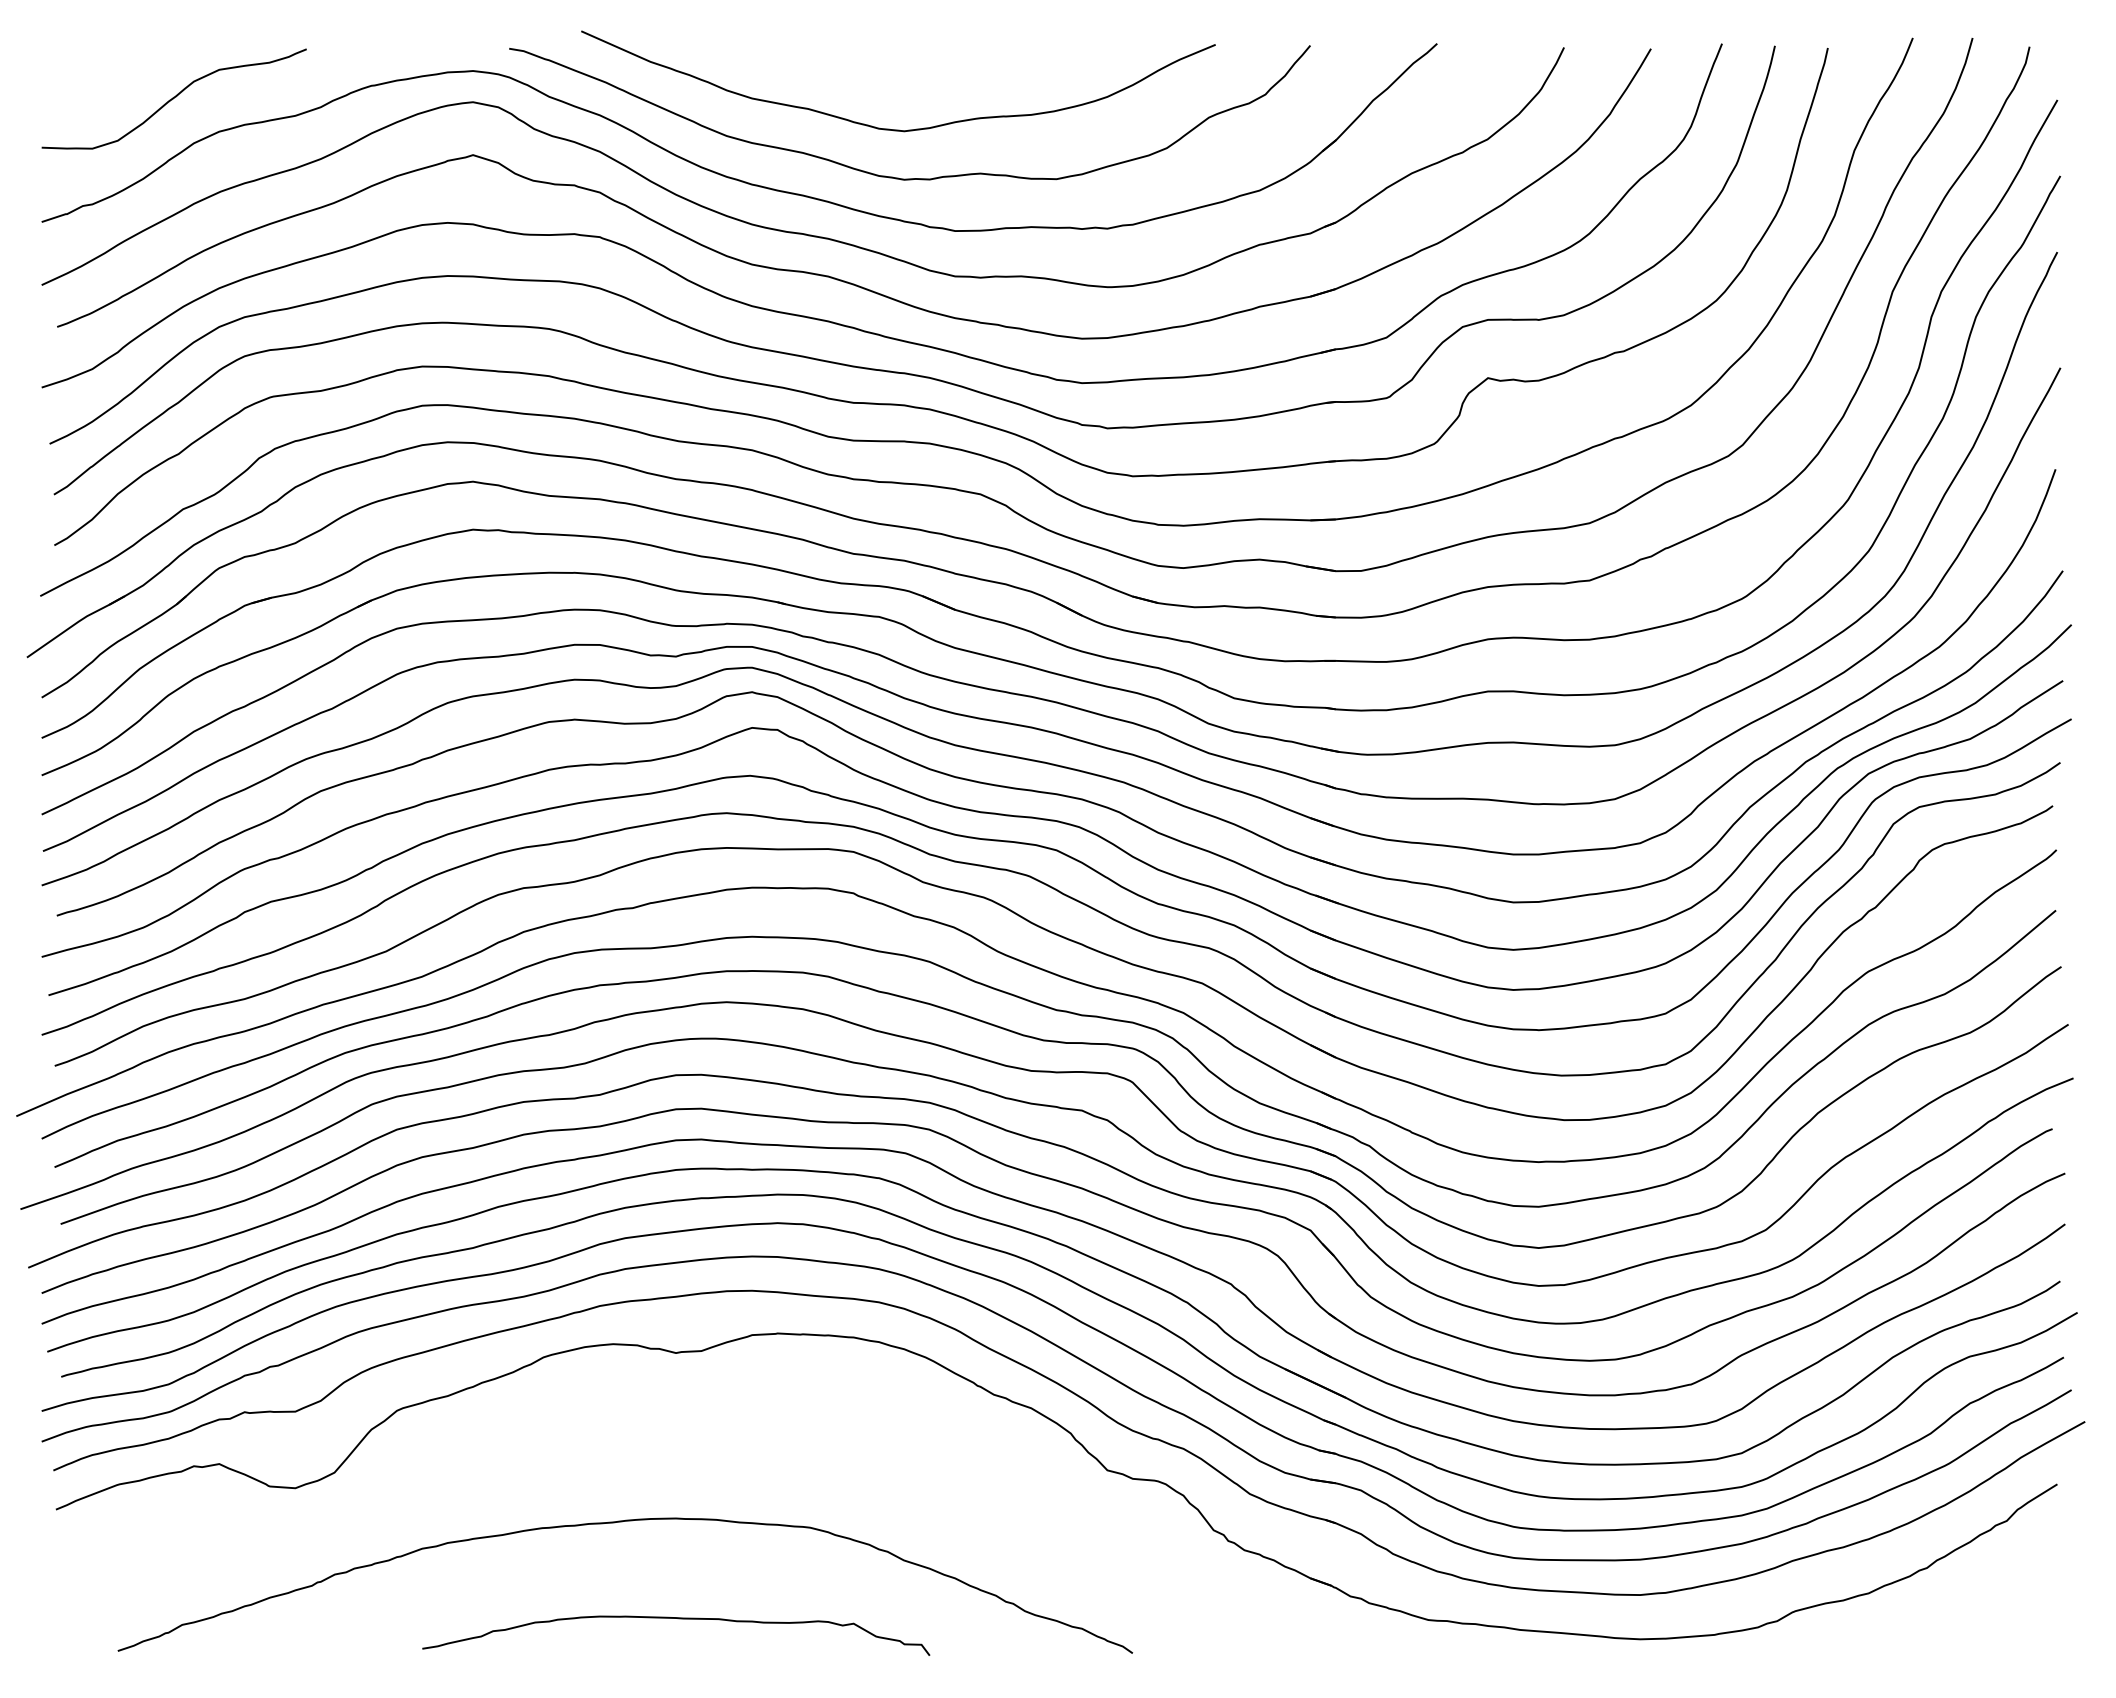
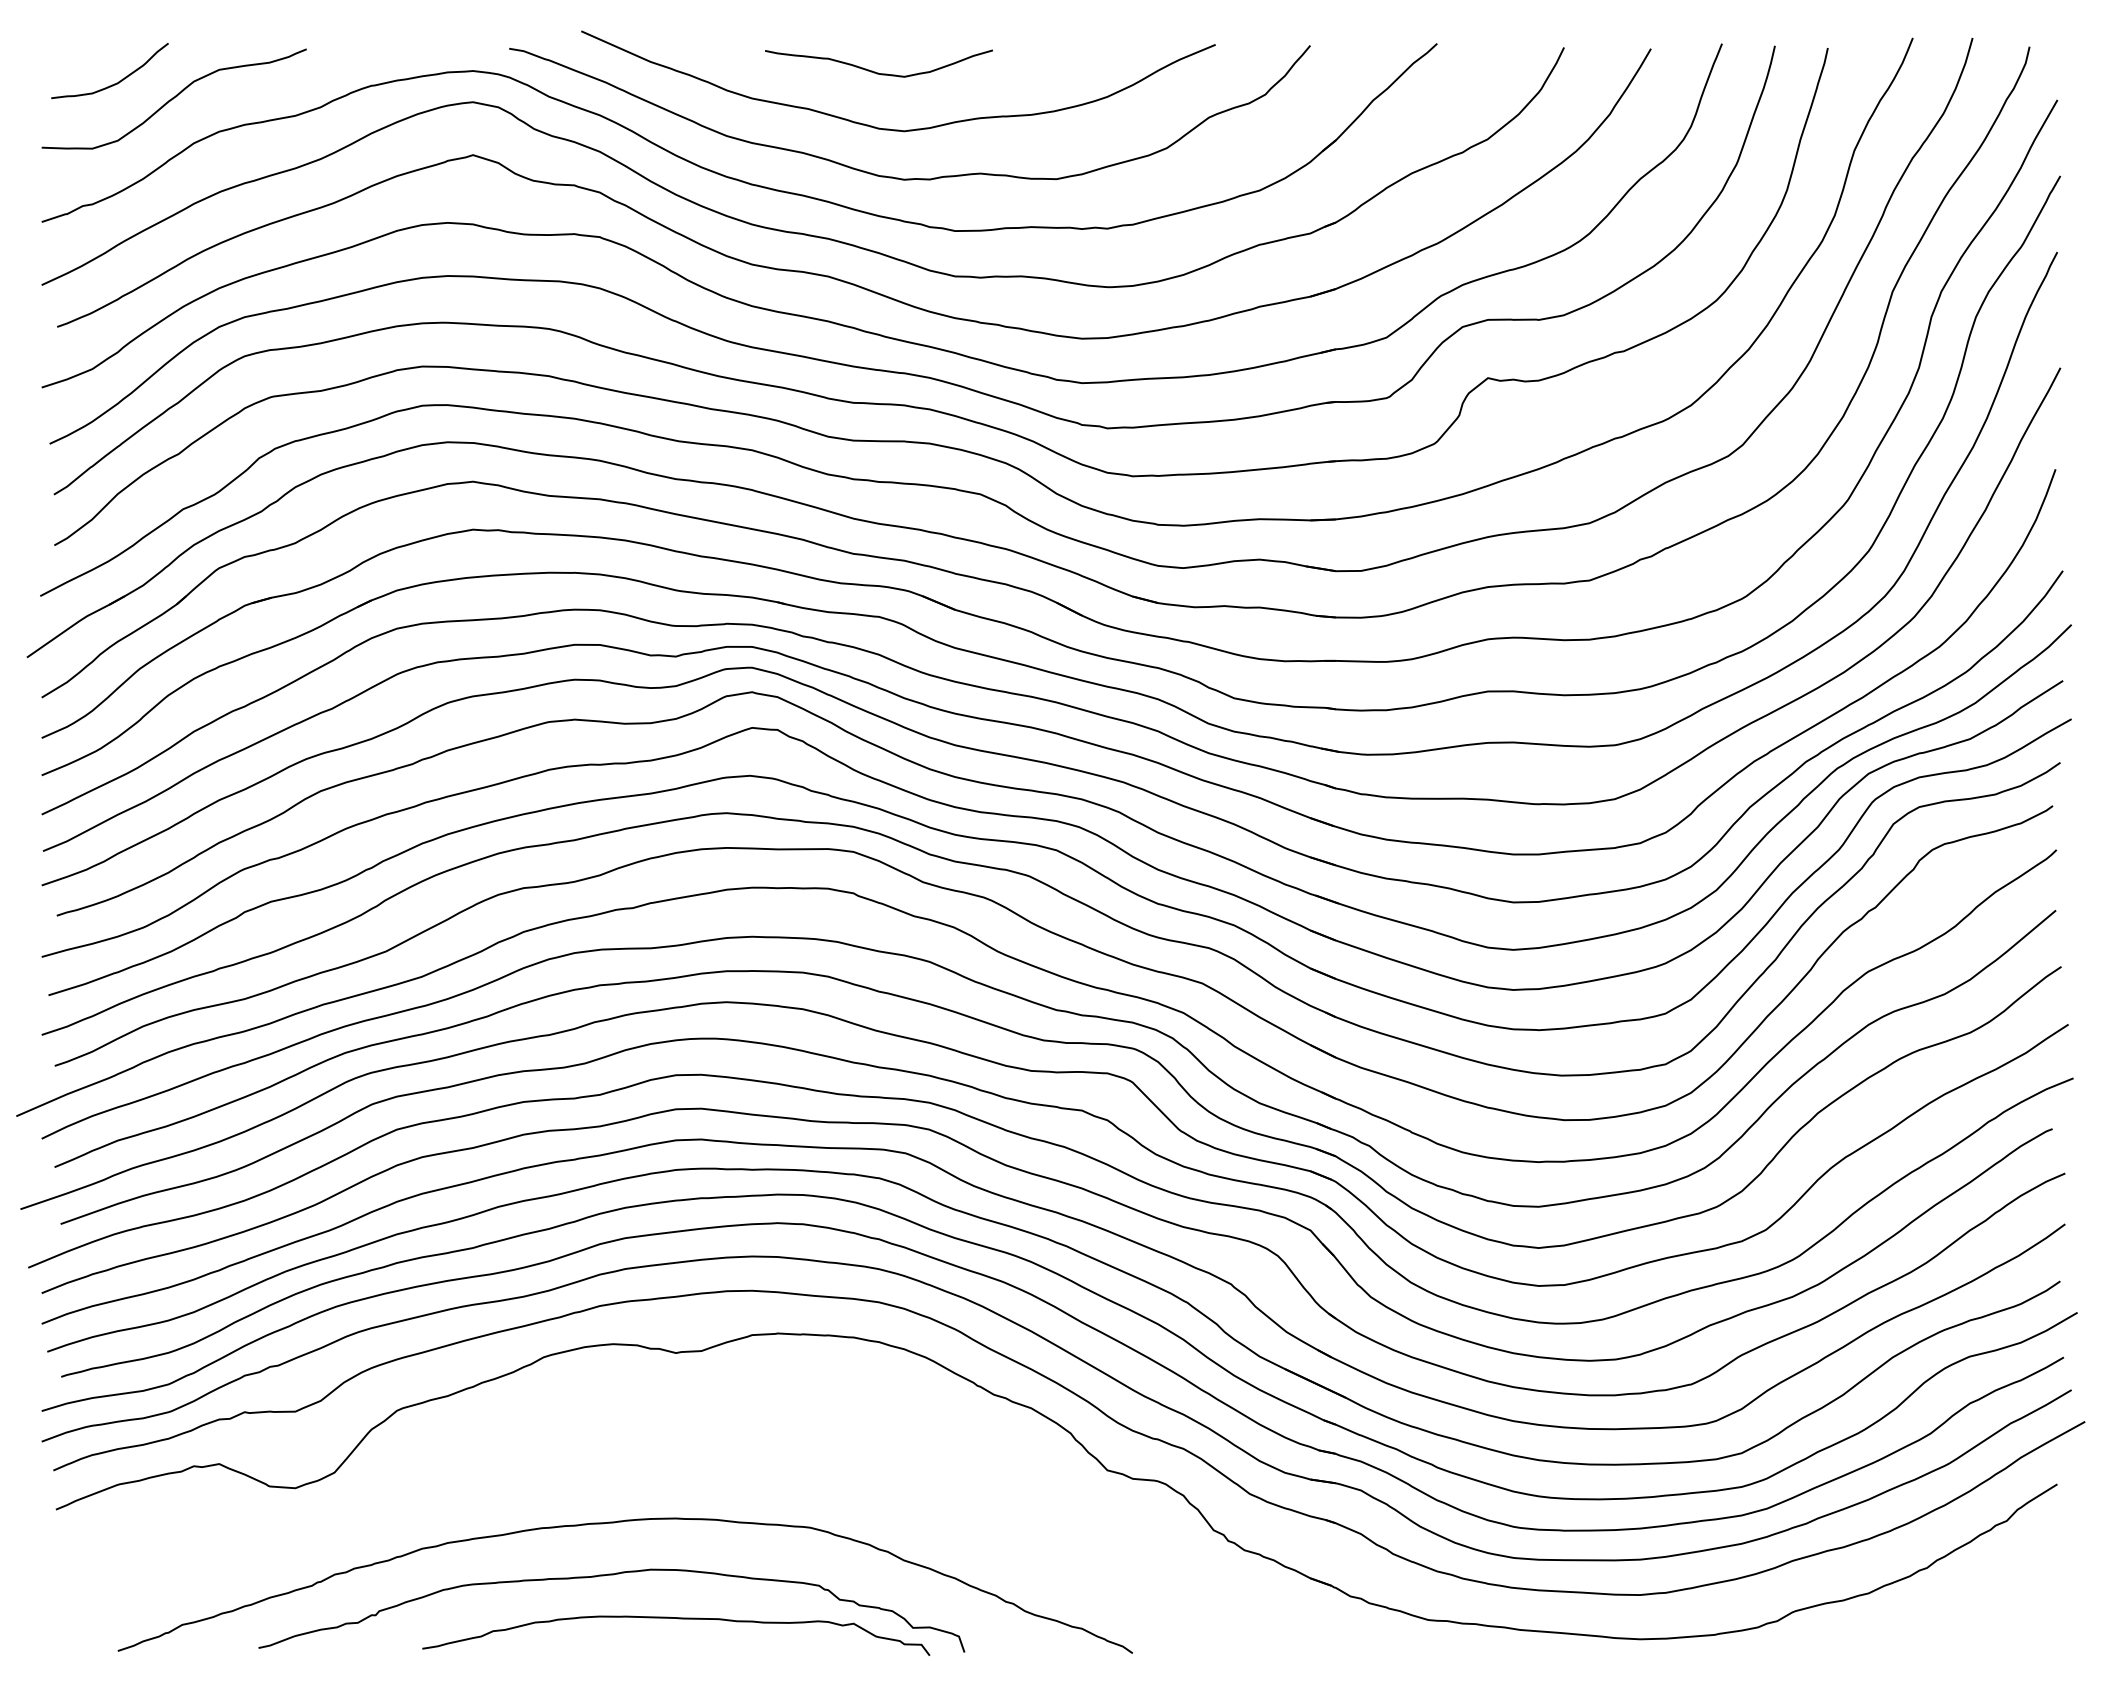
curve at (875, 71): none -> present
curve at (114, 83): none -> present
curve at (604, 1576): none -> present
